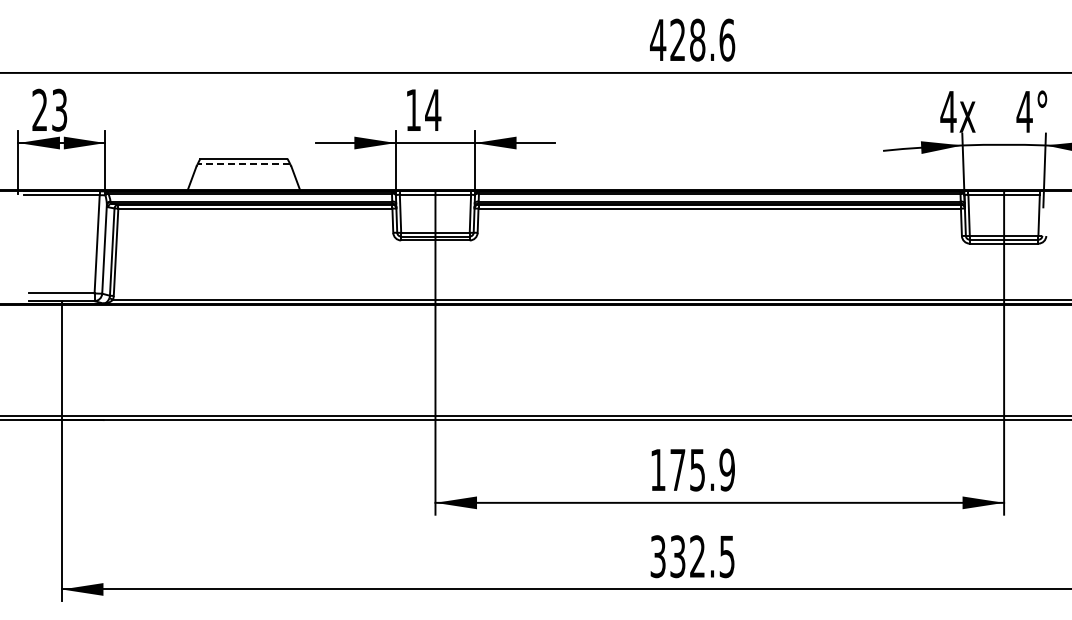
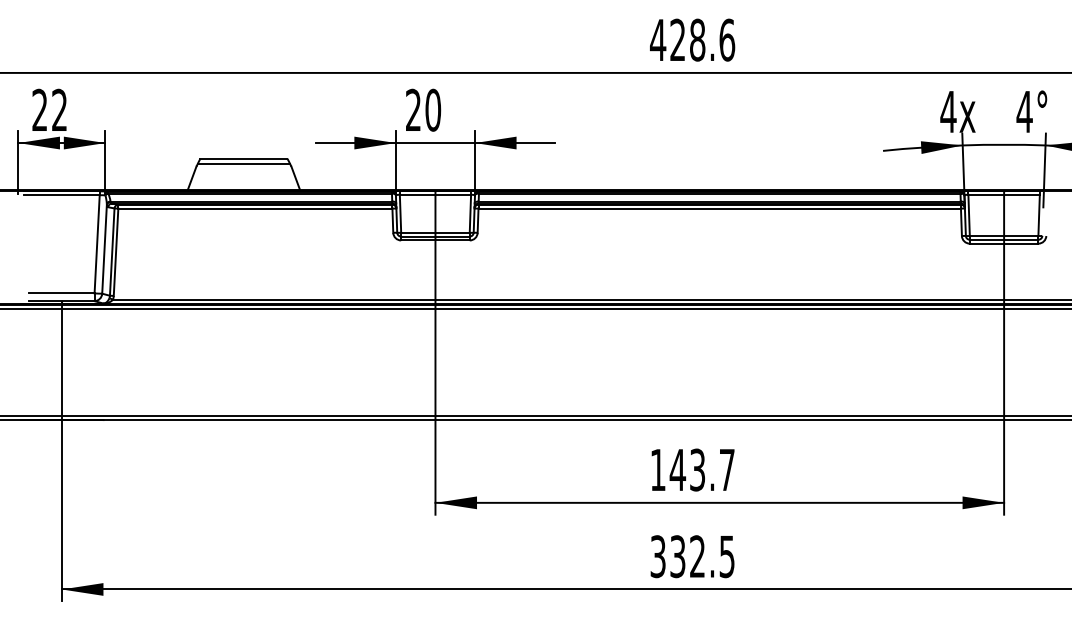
text at (423, 109): 14 -> 20
text at (59, 110): 23 -> 22
line at (243, 164): dashed -> solid
line at (535, 309): none -> present
text at (701, 469): 175.9 -> 143.7
